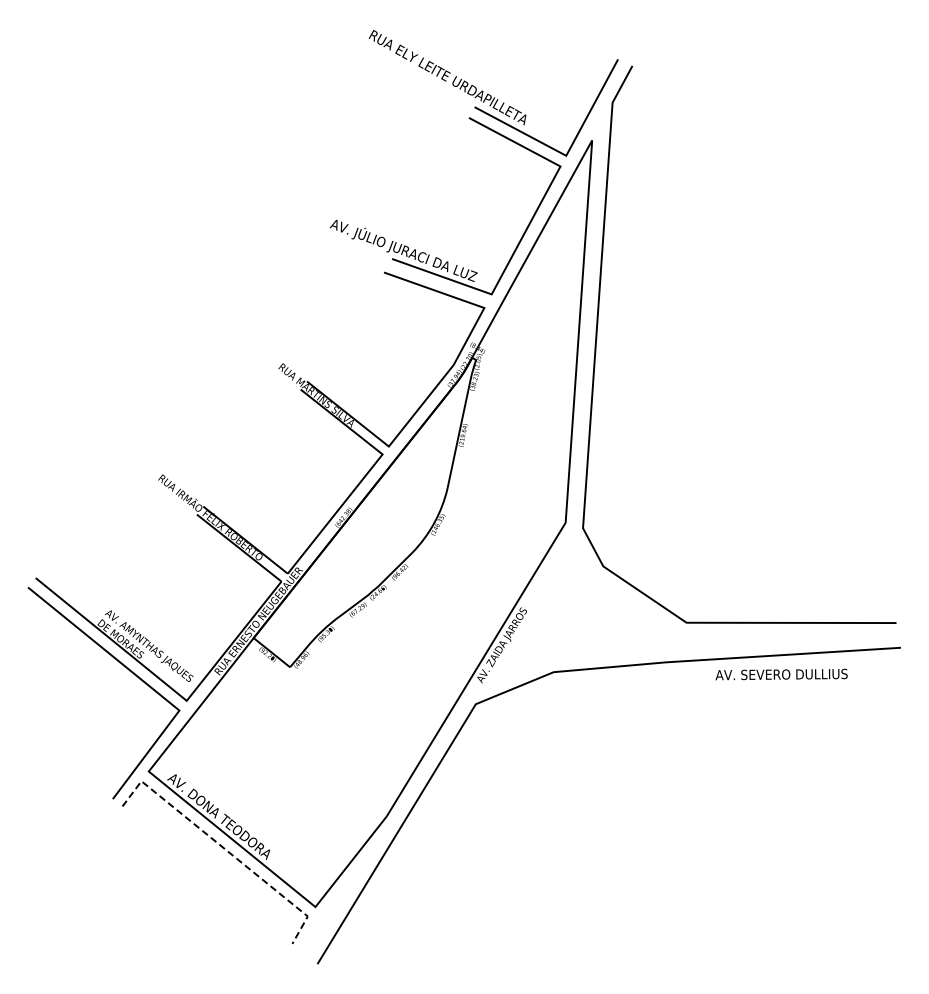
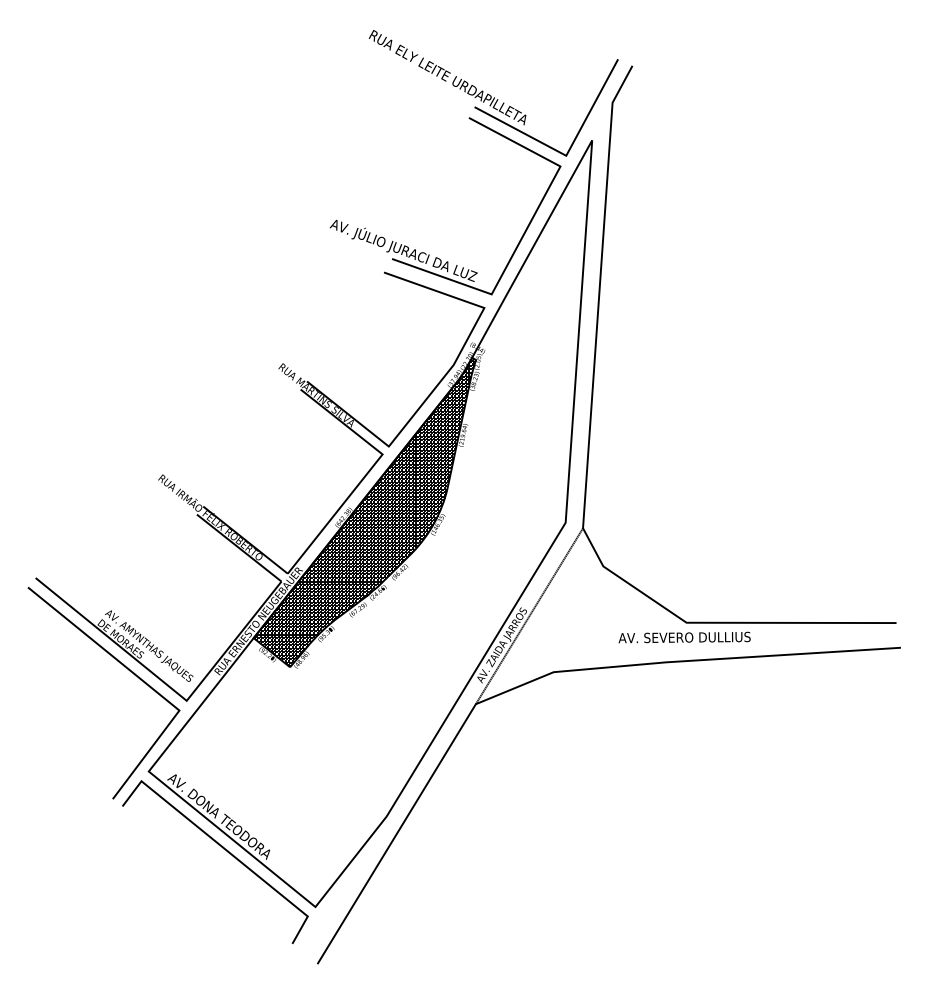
hatch at (364, 512): none -> present
line at (529, 616): none -> present
text at (781, 674) position: (781, 674) -> (684, 637)
line at (225, 849): dashed -> solid
